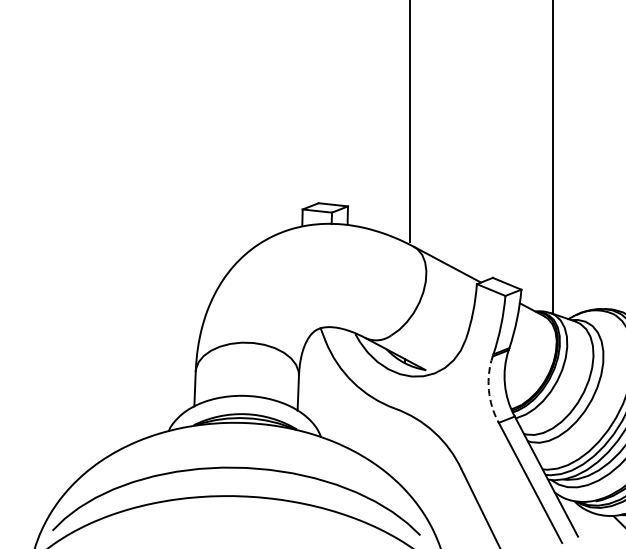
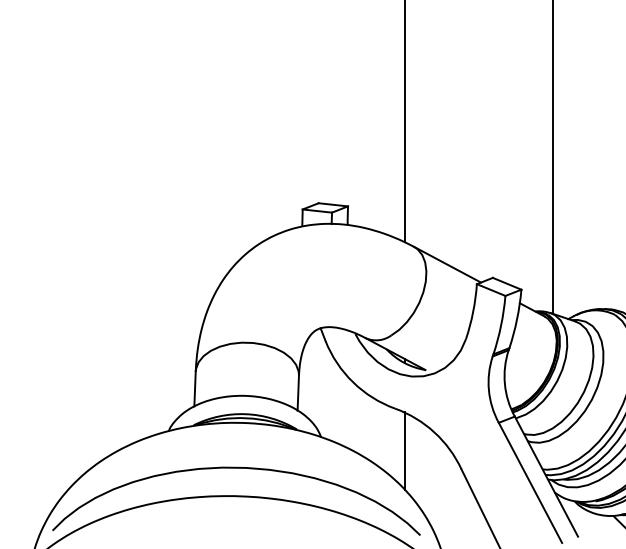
line at (410, 122) position: (410, 122) -> (405, 122)
arc at (488, 390): dashed -> solid
line at (405, 451): none -> present
